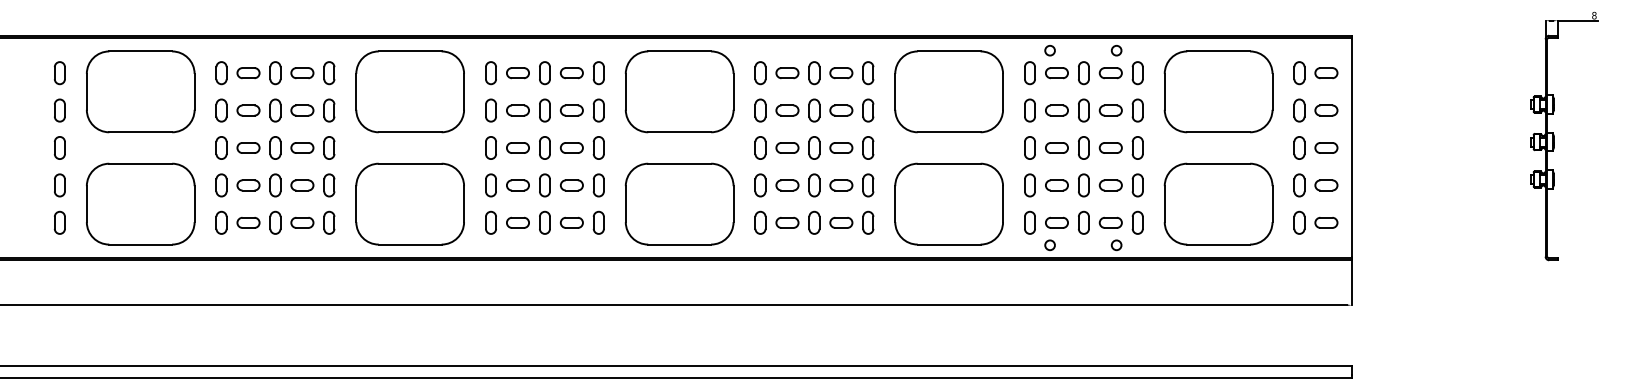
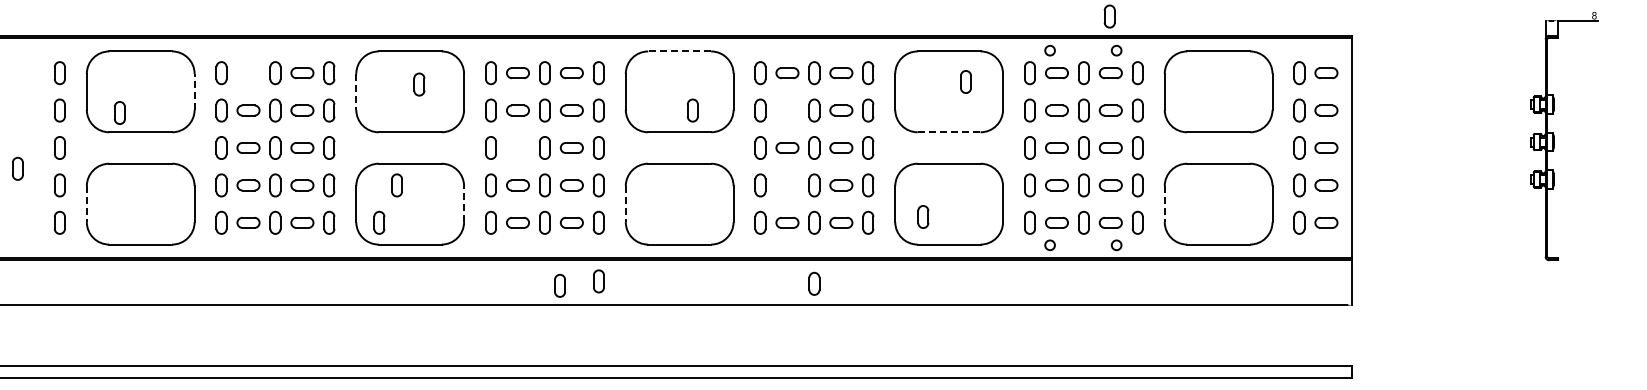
part at (1109, 16): none -> present
line at (679, 51): solid -> dashed
part at (248, 73): present -> none
part at (965, 81): none -> present
part at (419, 84): none -> present
line at (194, 91): solid -> dashed
line at (356, 91): solid -> dashed
part at (692, 110): none -> present
part at (787, 110): present -> none
part at (119, 112): none -> present
line at (949, 132): solid -> dashed
part at (517, 147): present -> none
part at (17, 168): none -> present
part at (396, 185): none -> present
part at (787, 185): present -> none
line at (86, 204): solid -> dashed
line at (464, 204): solid -> dashed
line at (625, 204): solid -> dashed
line at (1164, 204): solid -> dashed
part at (923, 216): none -> present
part at (379, 222): none -> present
part at (598, 281): none -> present
part at (814, 283): none -> present
part at (559, 285): none -> present
